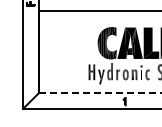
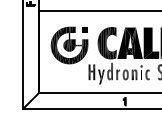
part at (69, 45): none -> present
line at (100, 93): dashed -> solid
